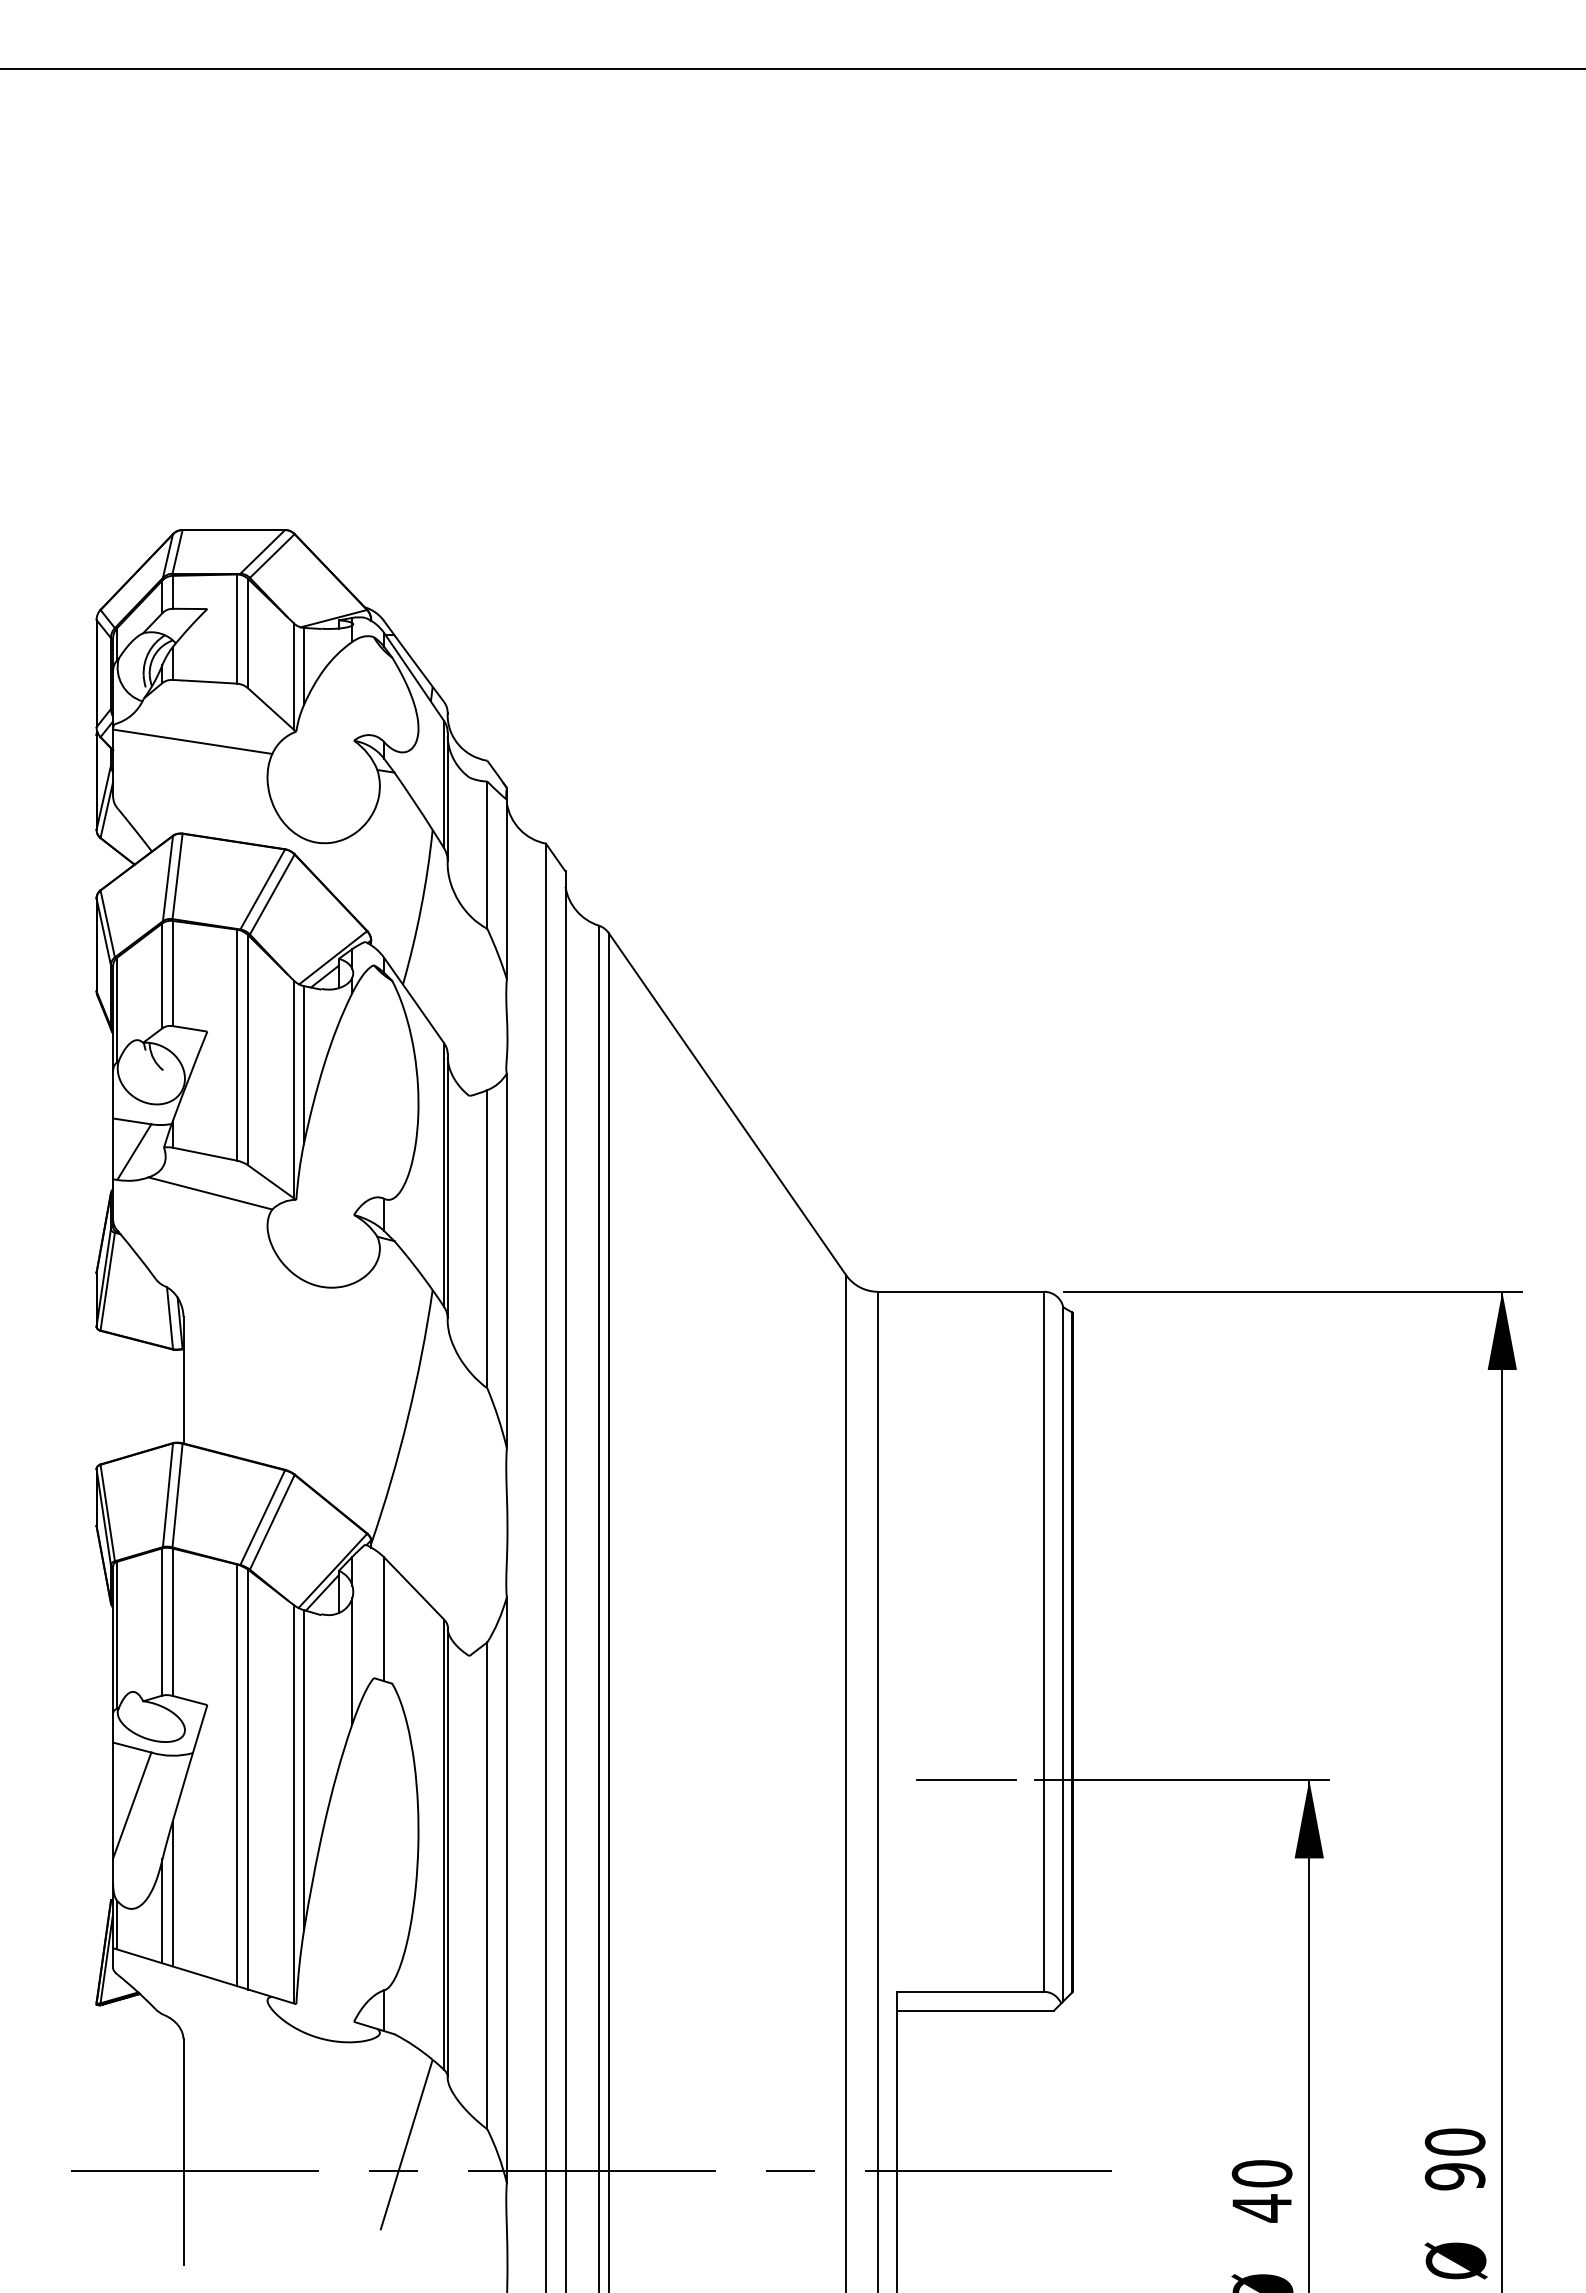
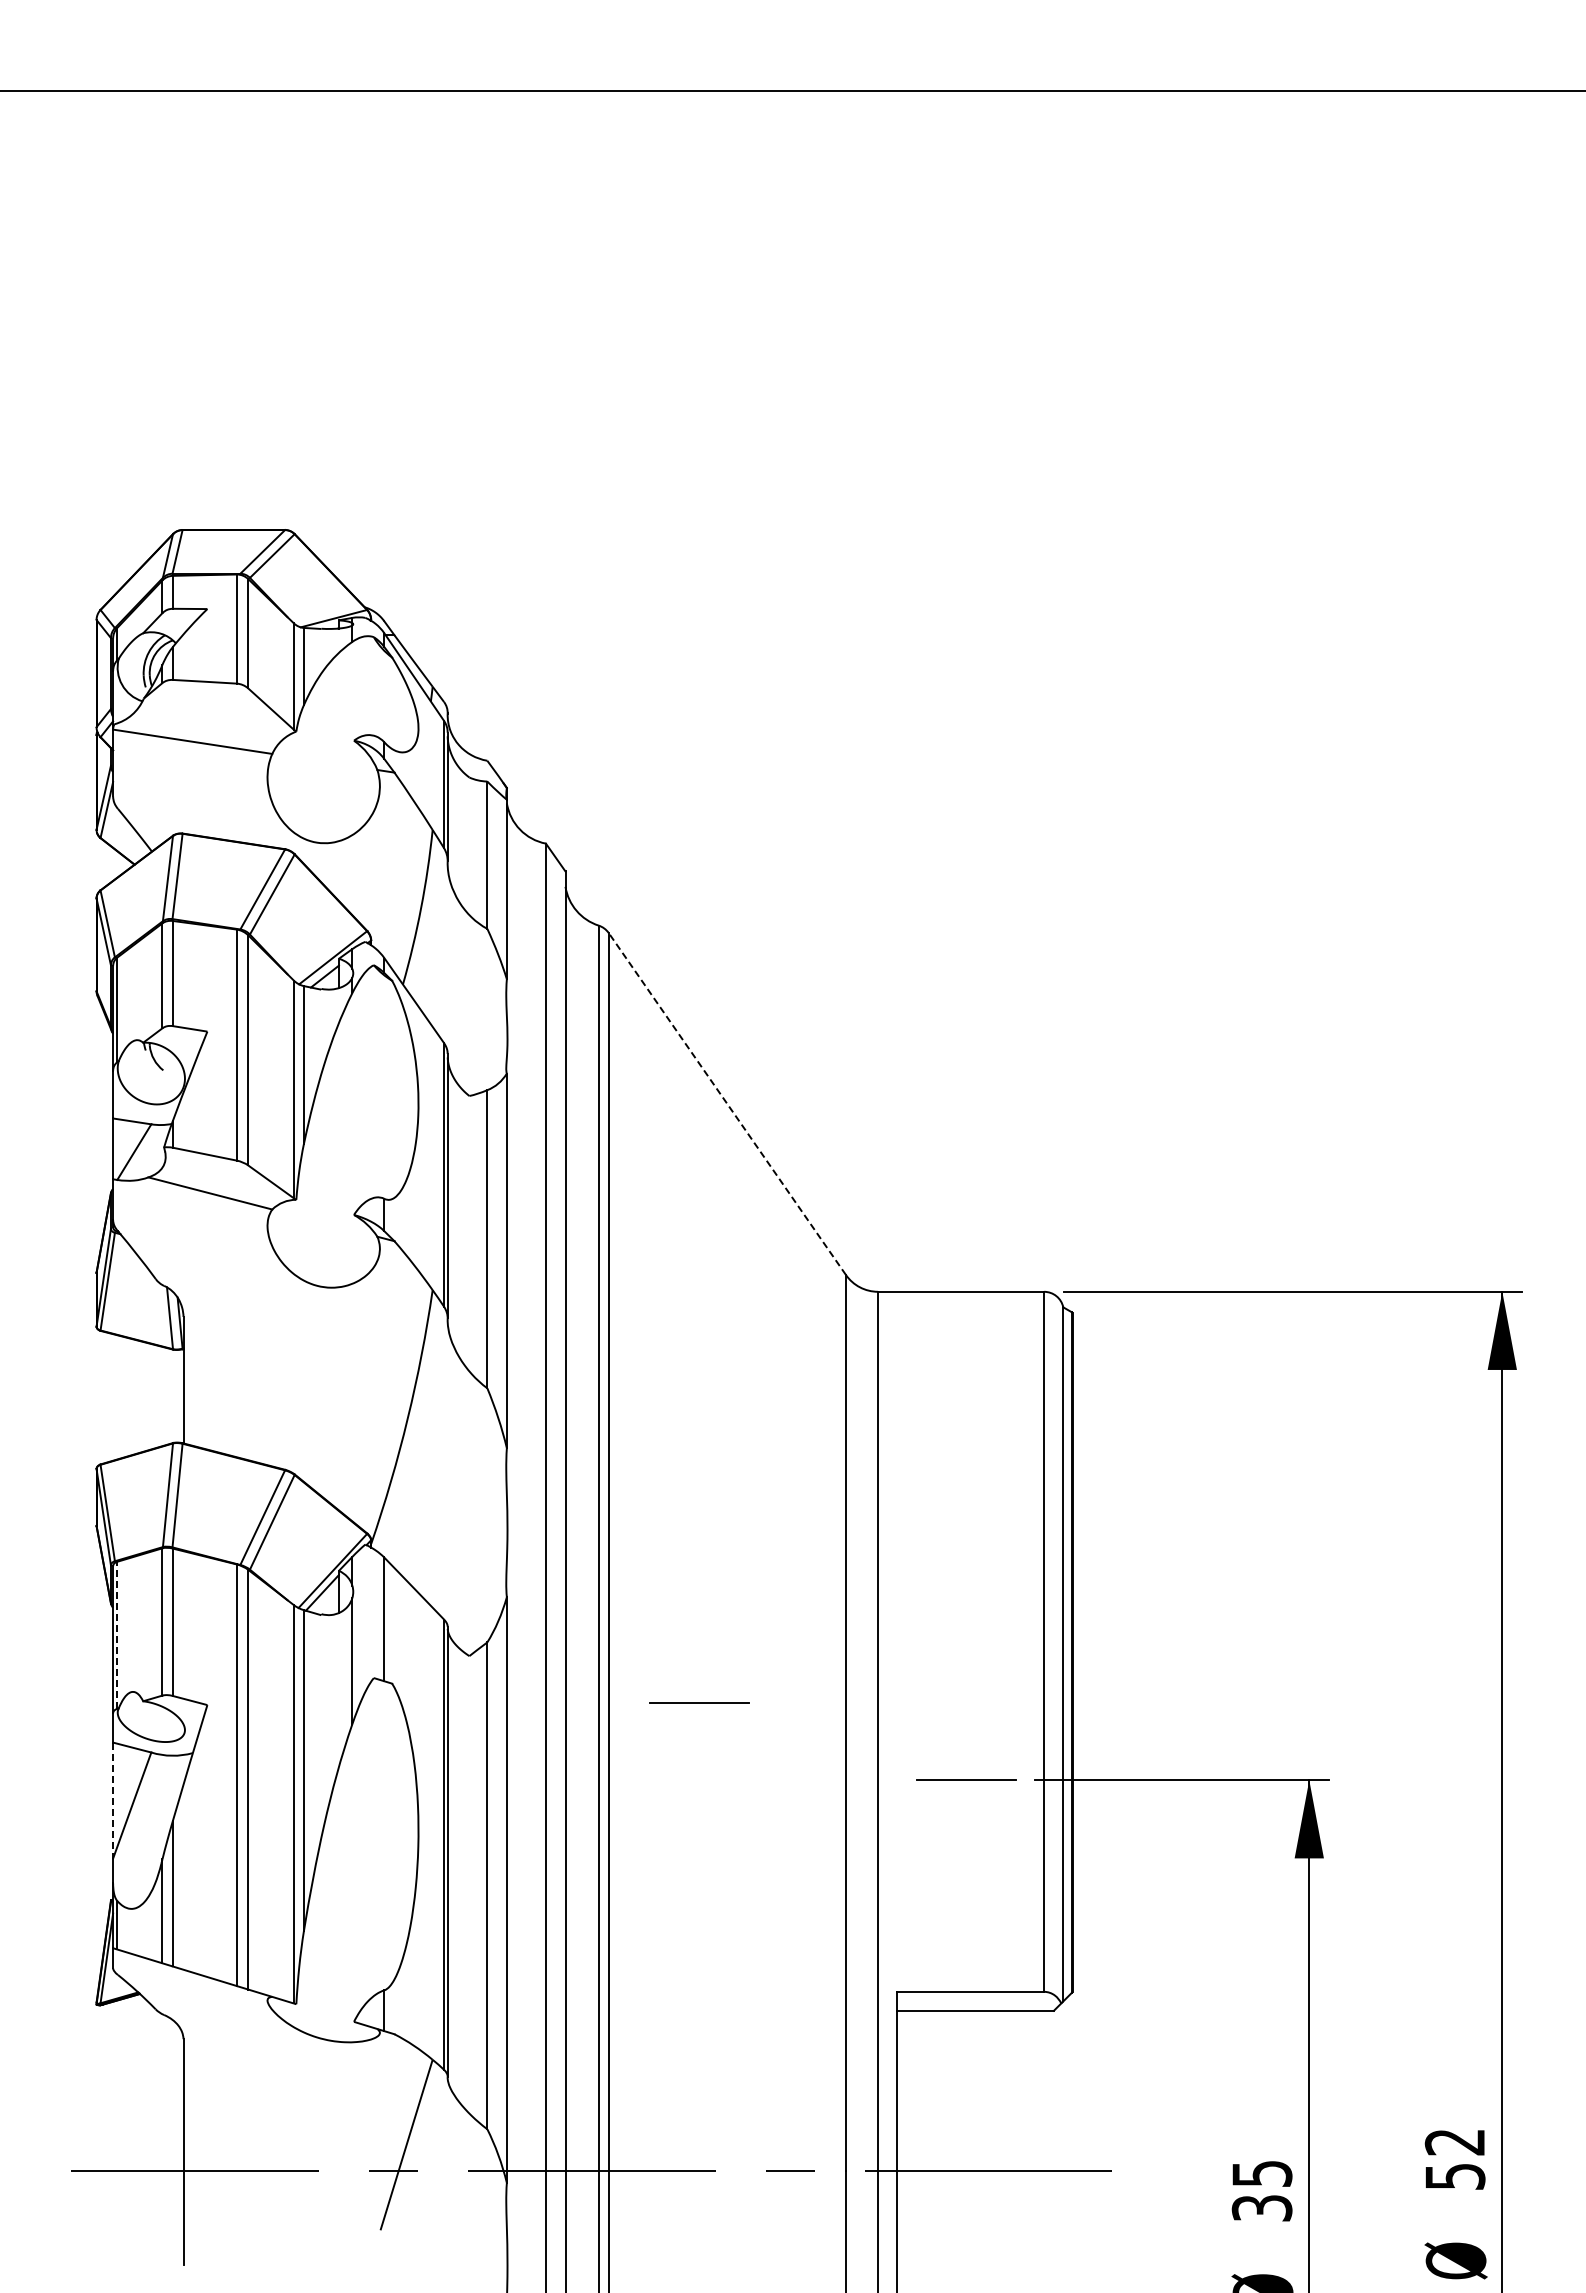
line at (792, 68) position: (792, 68) -> (792, 90)
line at (727, 1103): solid -> dashed
line at (117, 1635): solid -> dashed
line at (699, 1702): none -> present
line at (113, 1800): solid -> dashed
text at (1454, 2159): 90 -> 52
text at (1261, 2191): 40 -> 35
